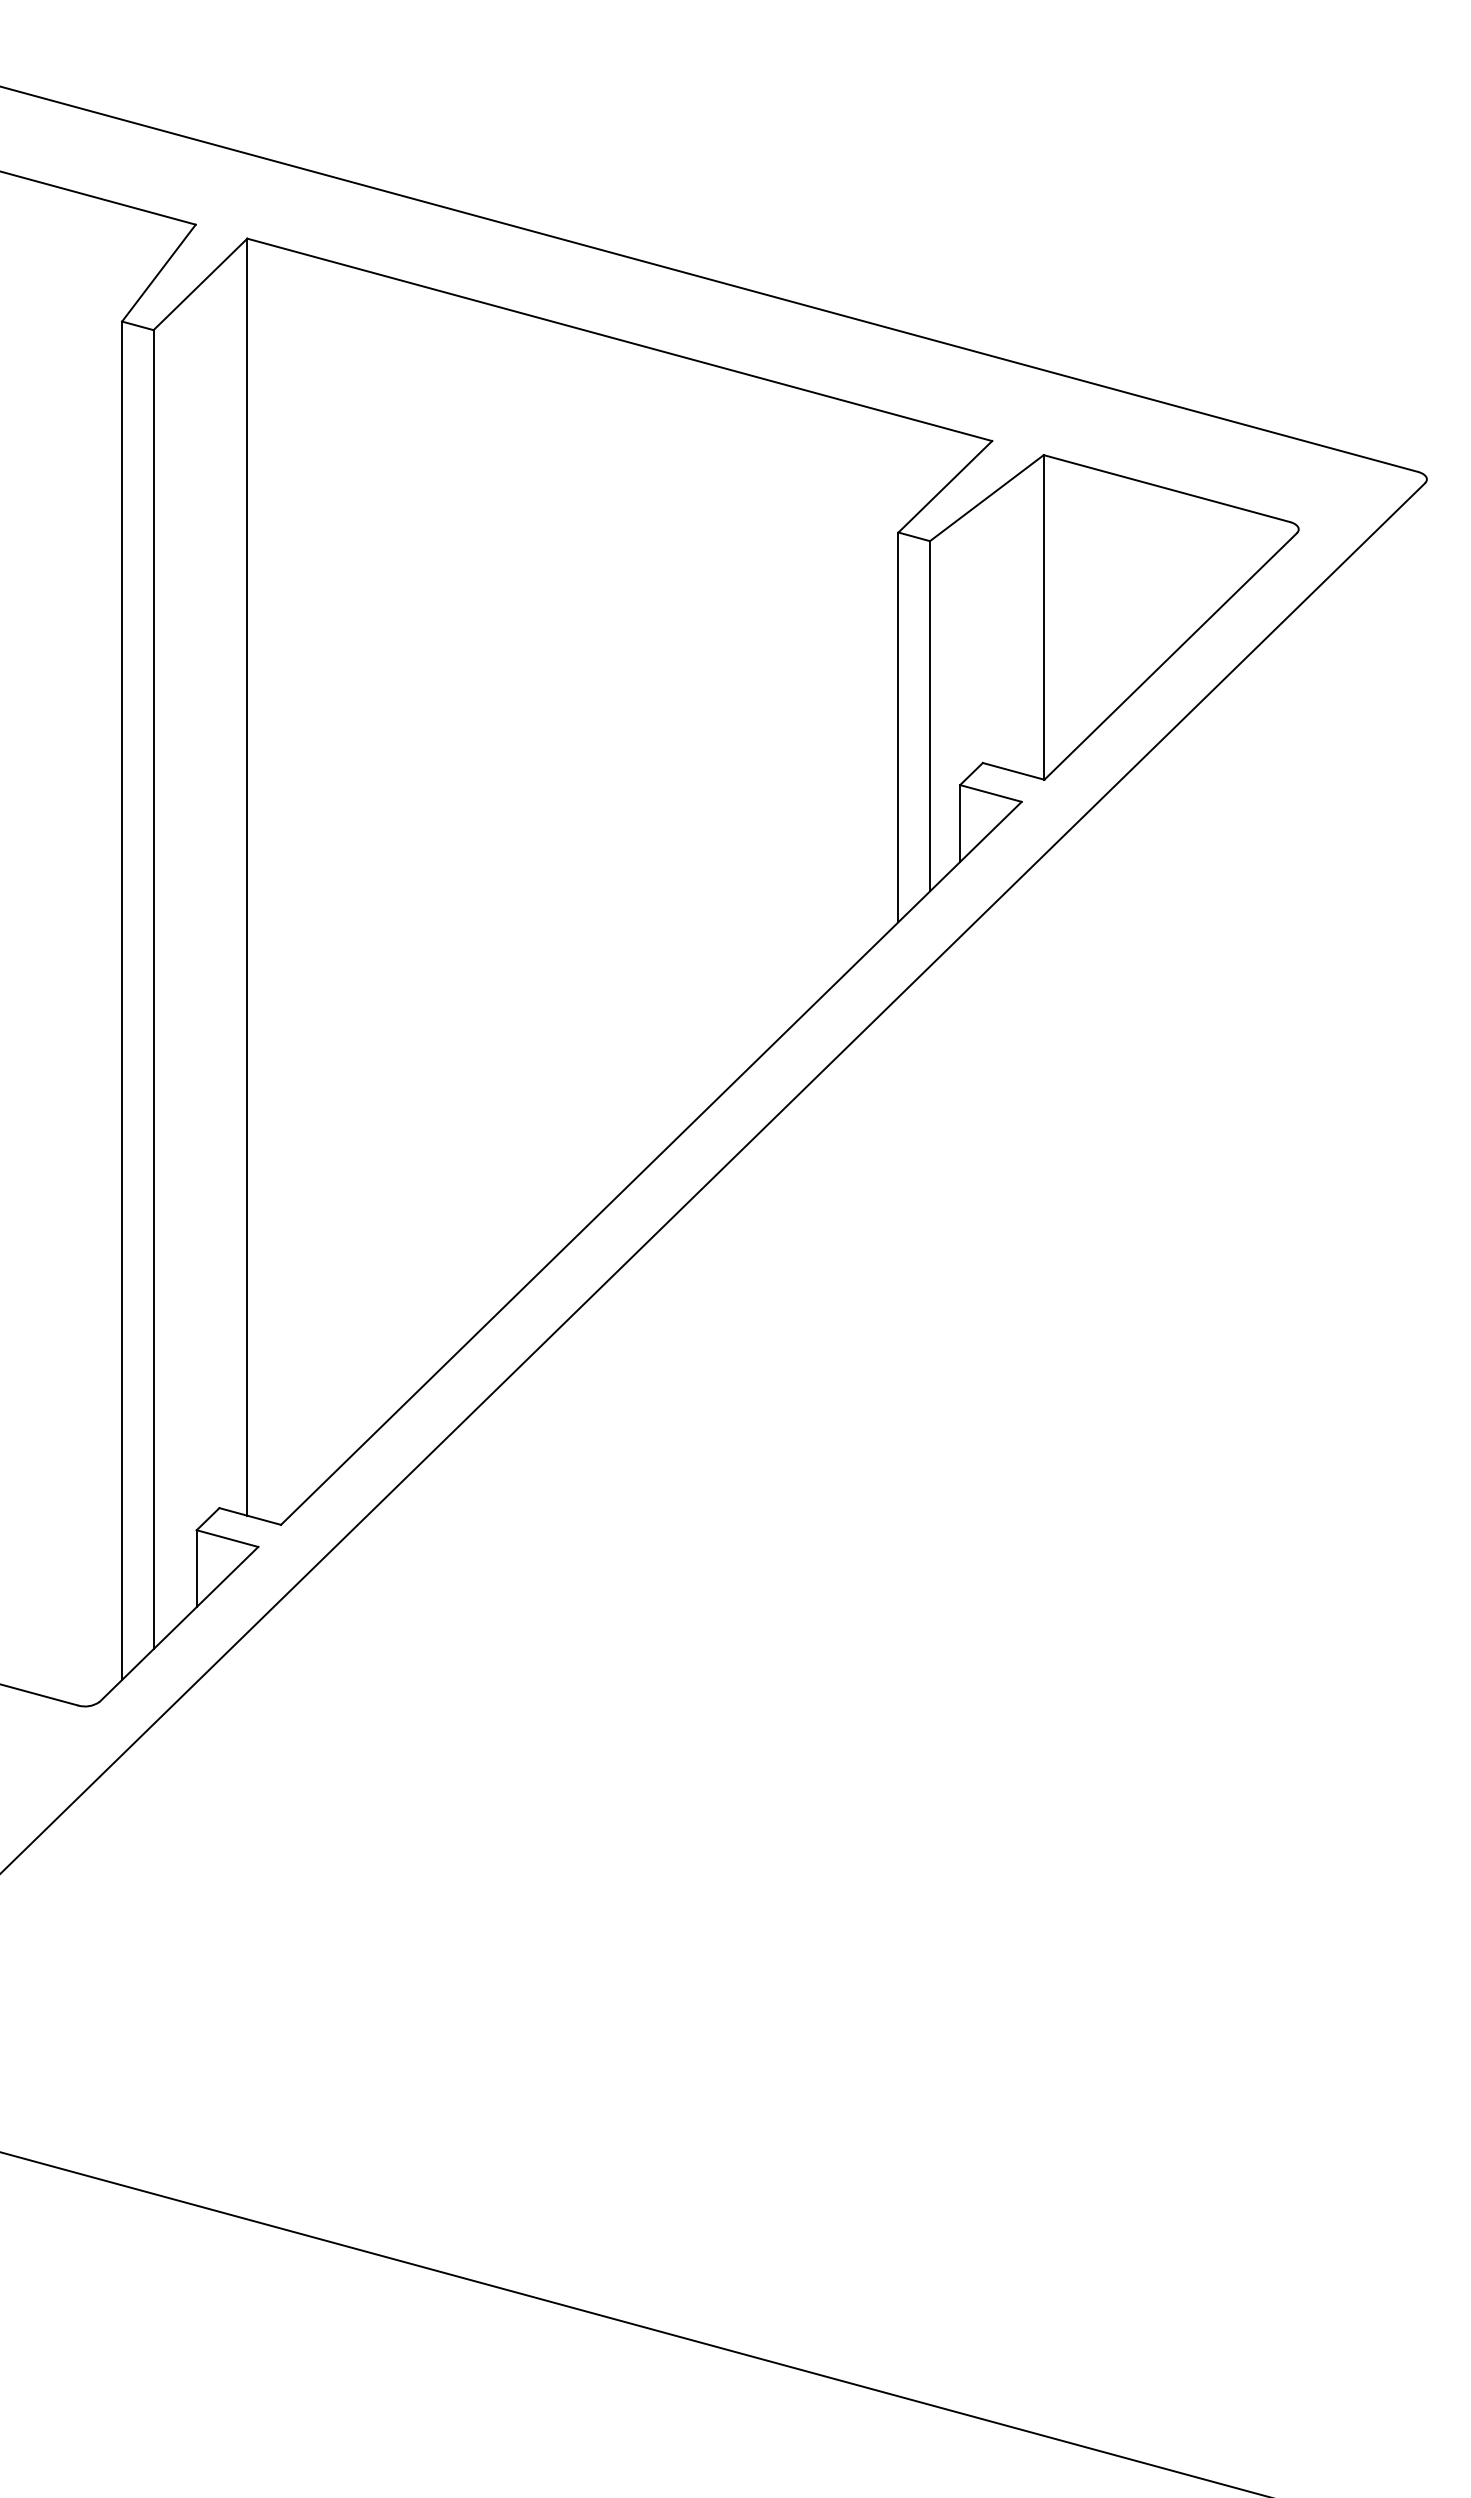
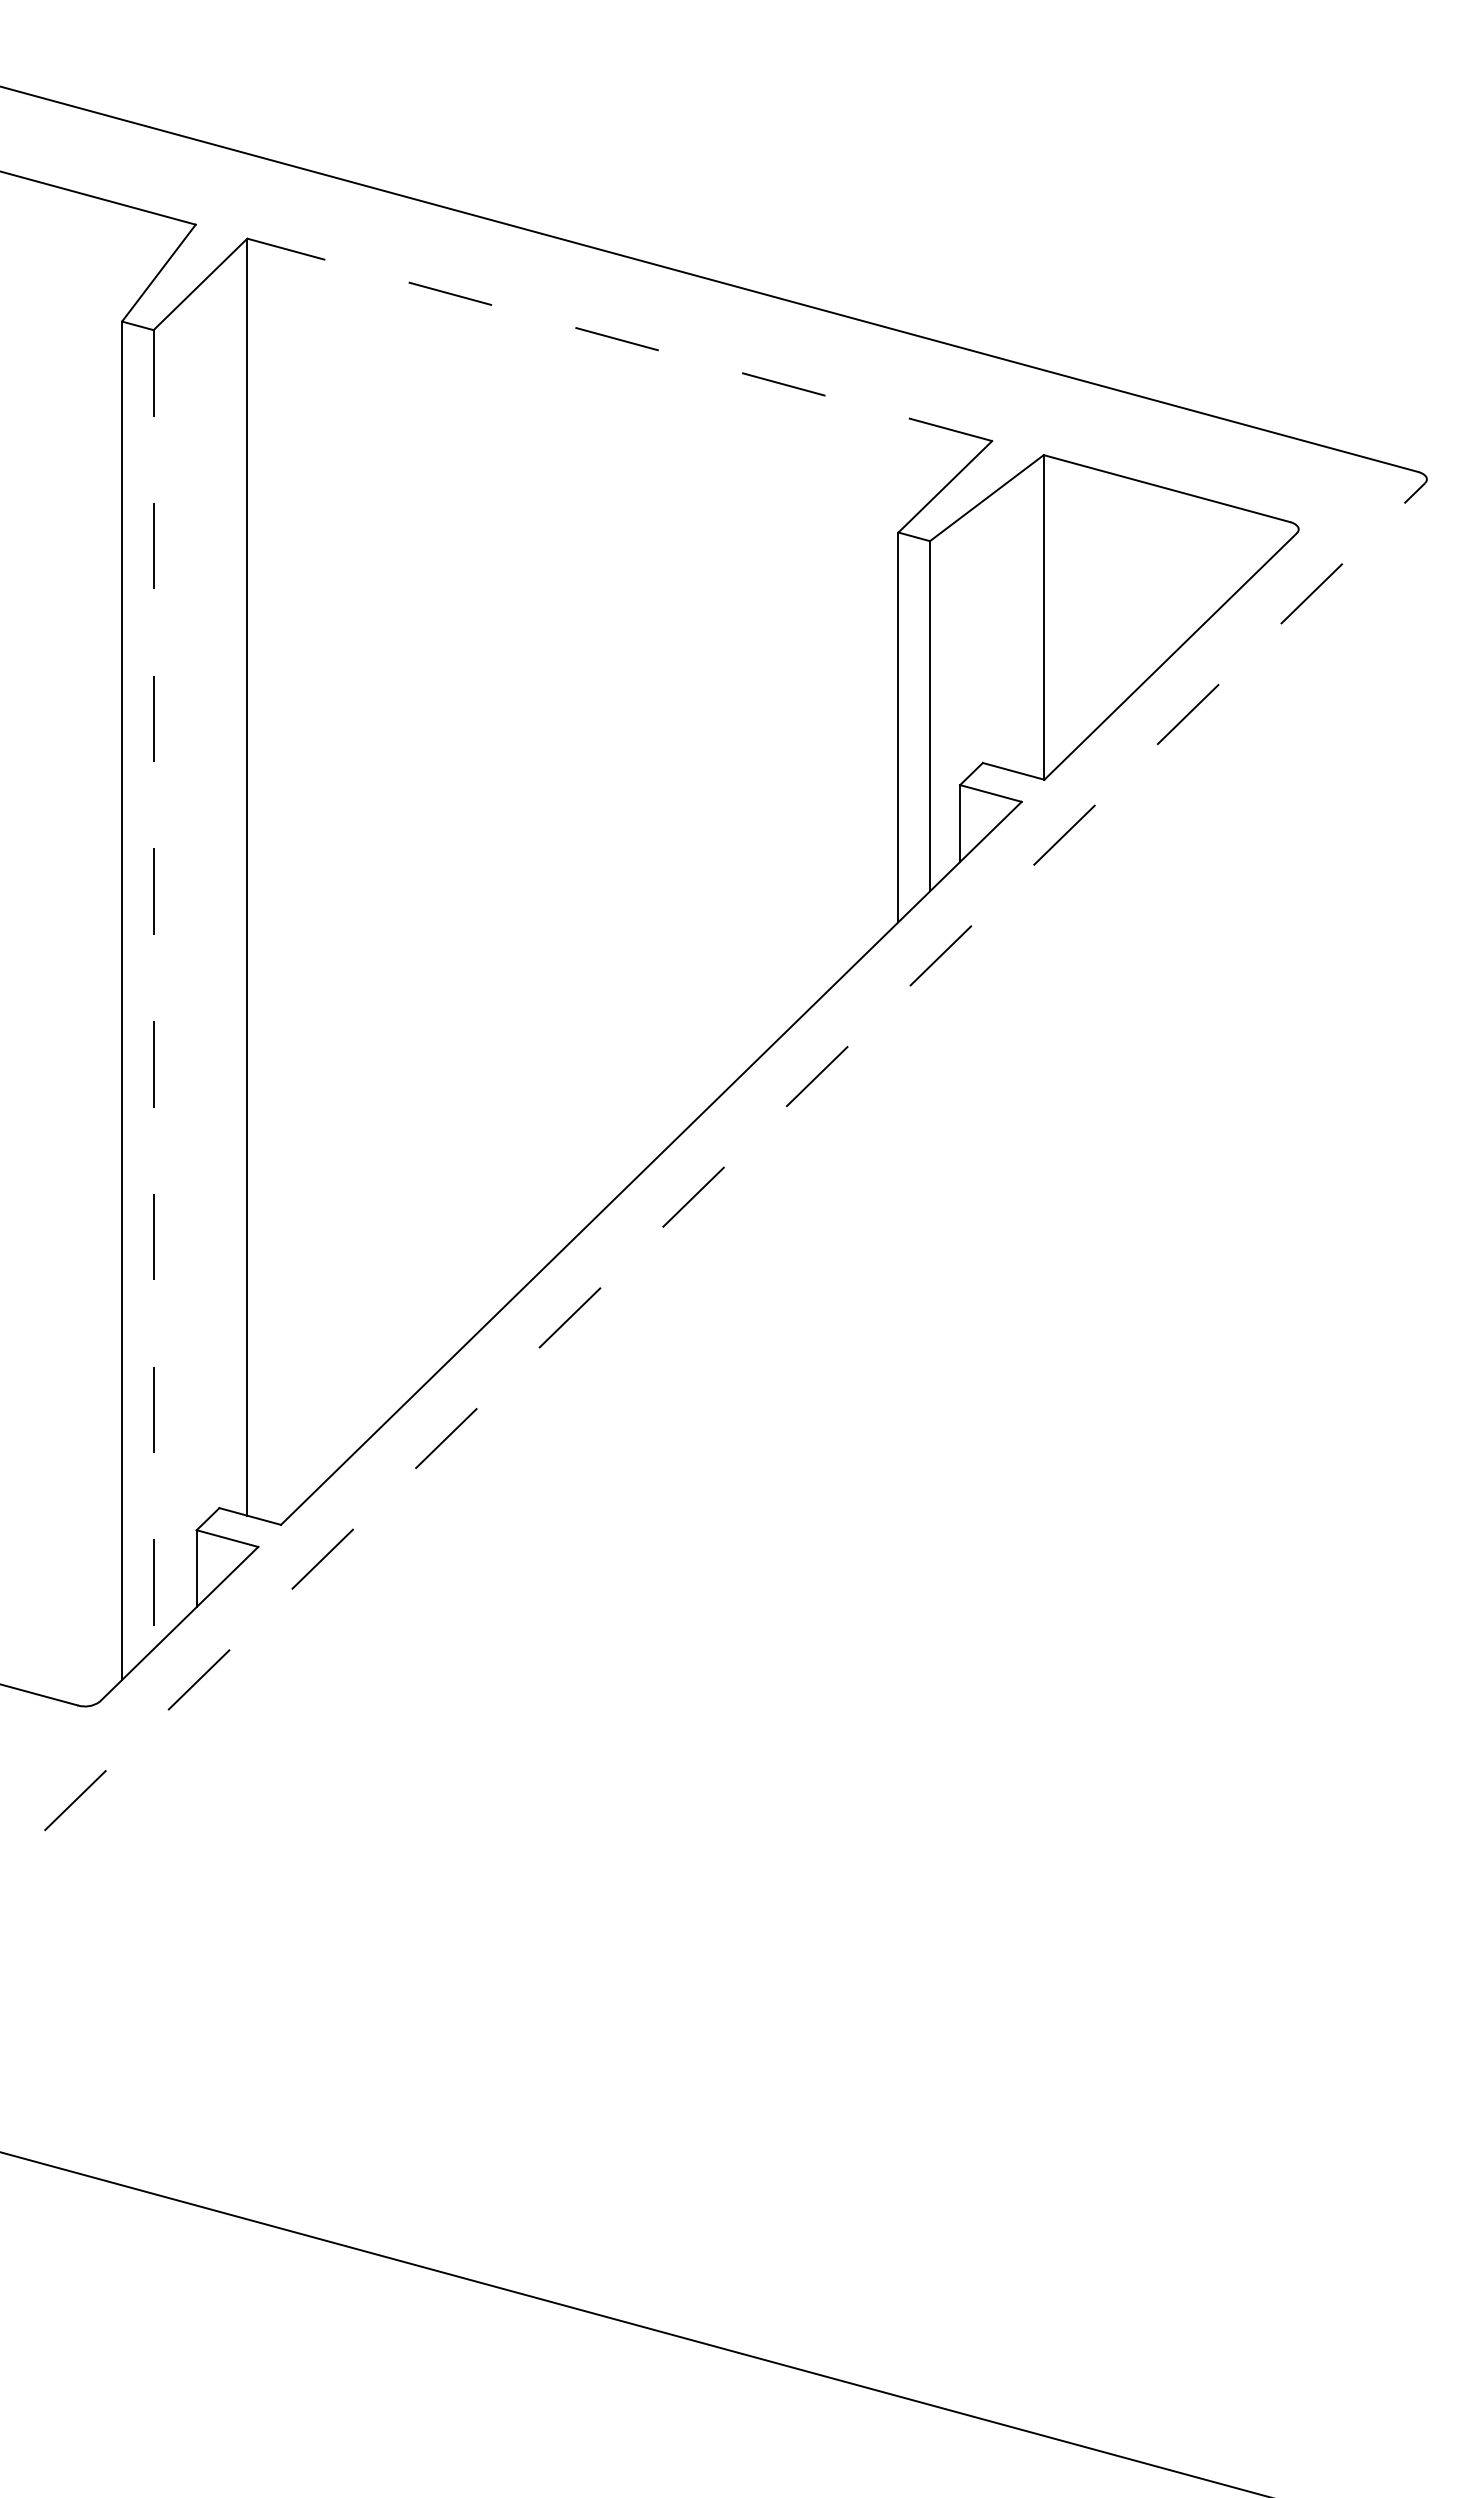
line at (619, 339): solid -> dashed
line at (153, 989): solid -> dashed
line at (713, 1178): solid -> dashed
